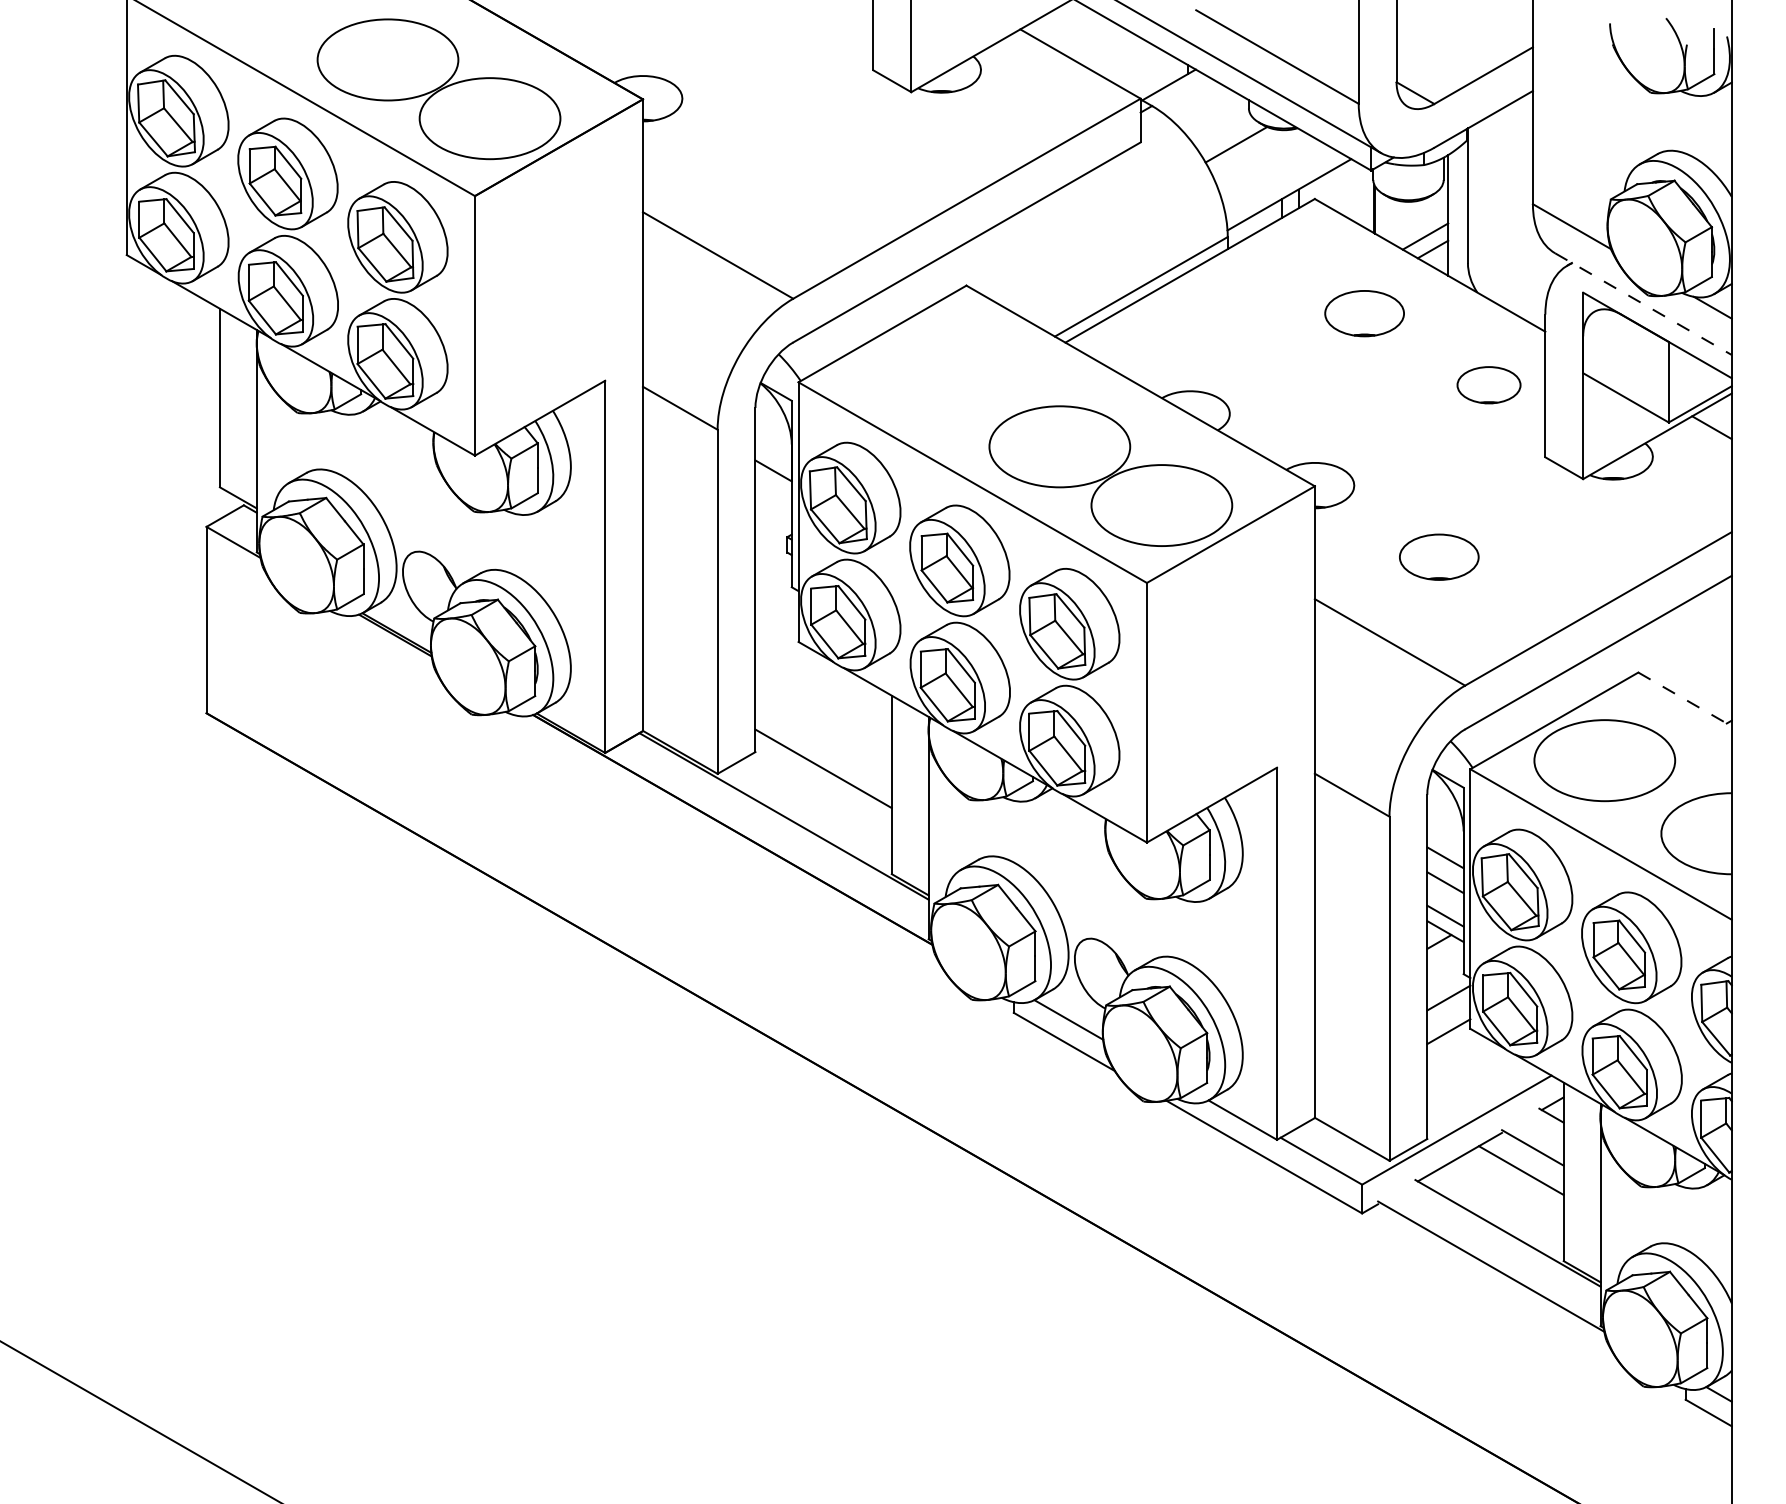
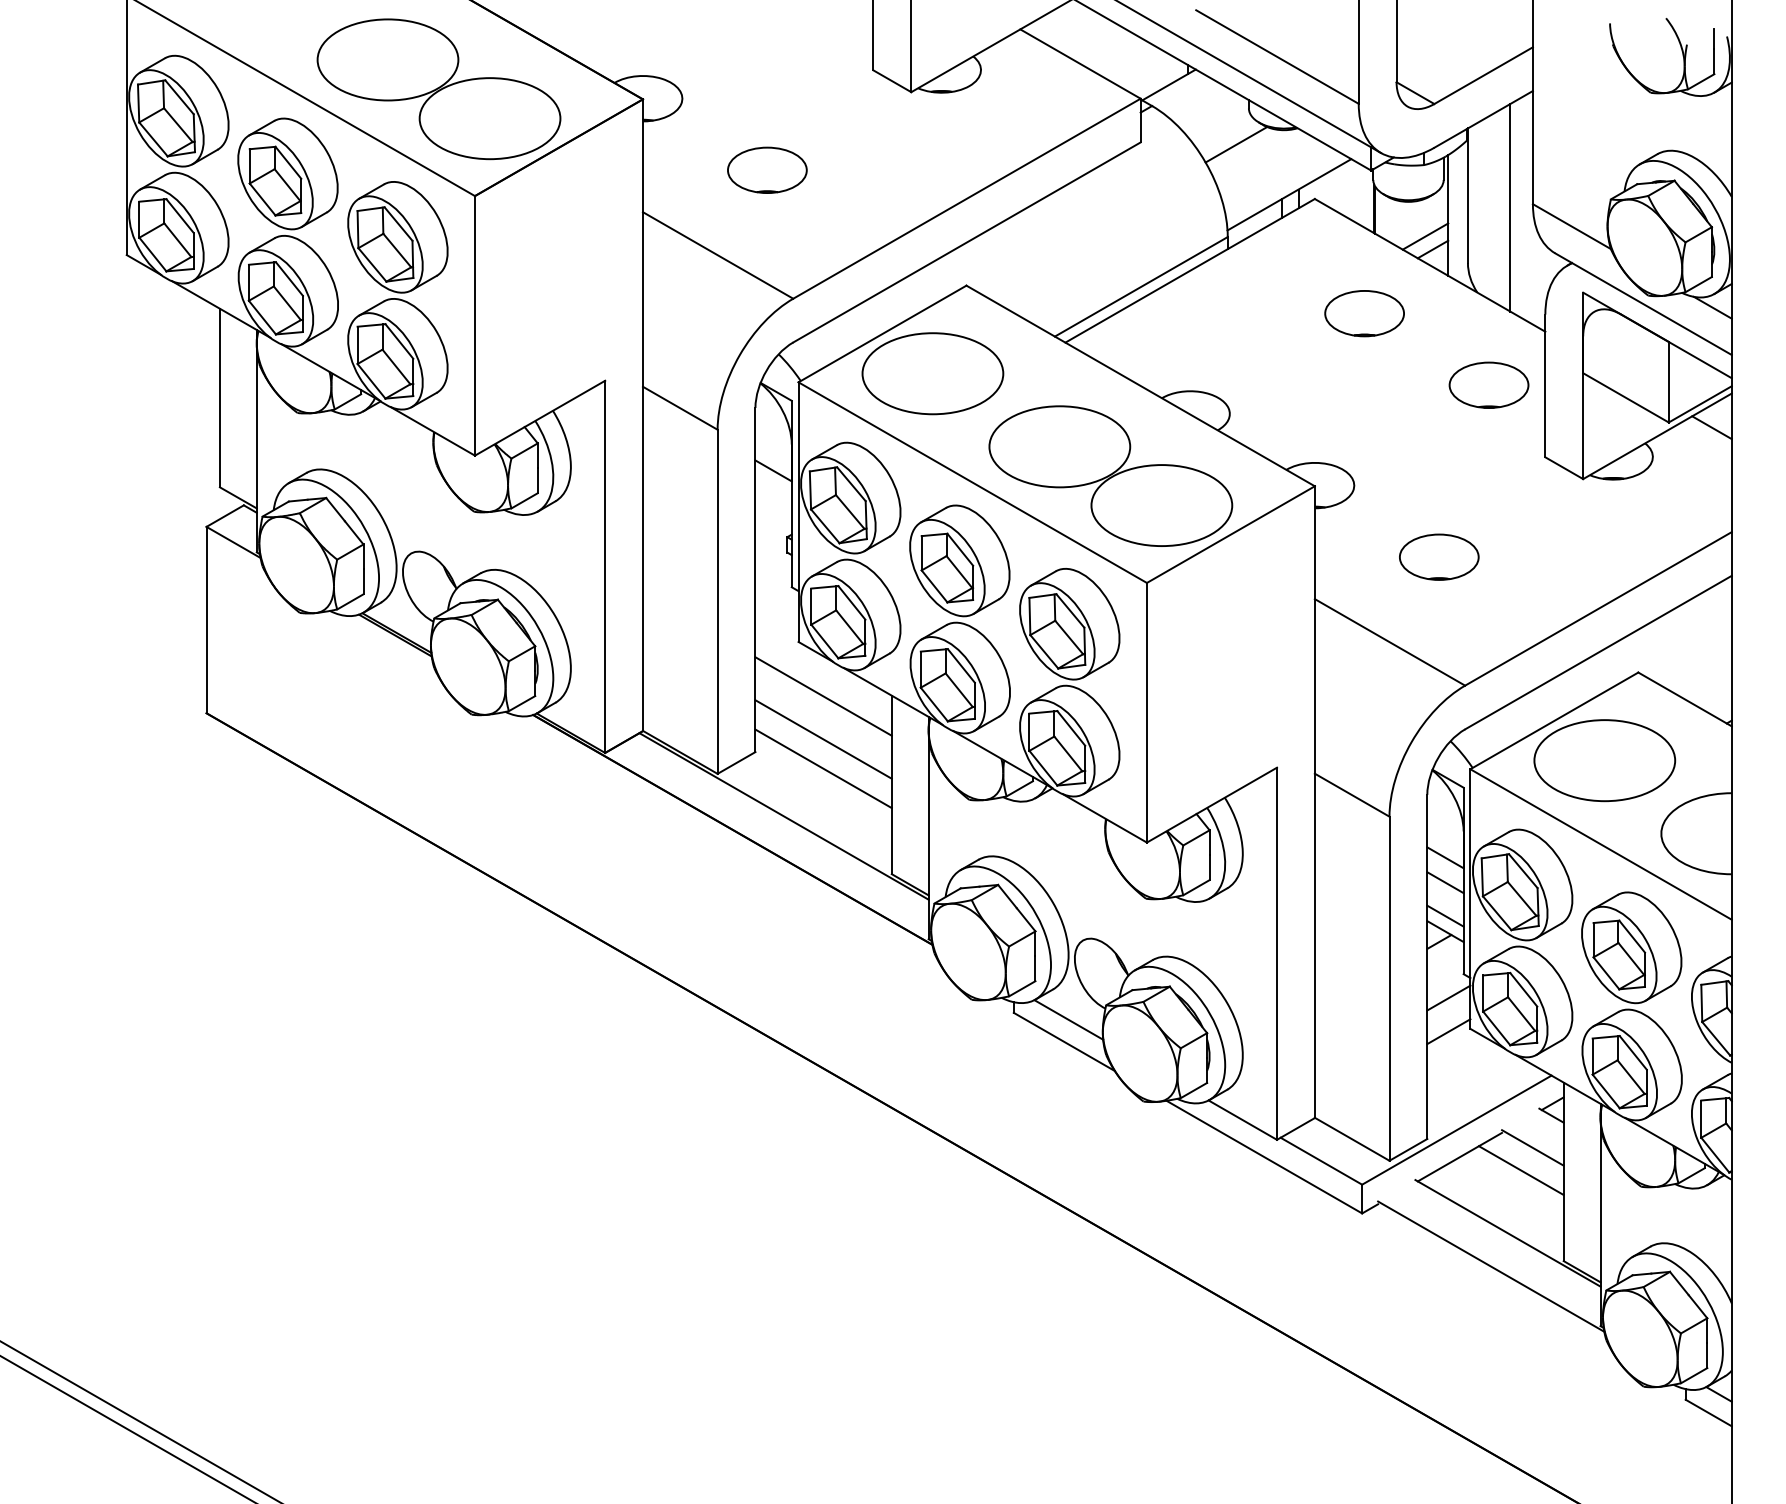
part at (767, 169): none -> present
line at (1510, 207): none -> present
line at (1643, 304): dashed -> solid
part at (932, 373): none -> present
part at (1488, 385) size: 66x39 px -> 82x48 px
line at (823, 696): none -> present
line at (1685, 699): dashed -> solid
line at (823, 739): none -> present
line at (126, 1428): none -> present
